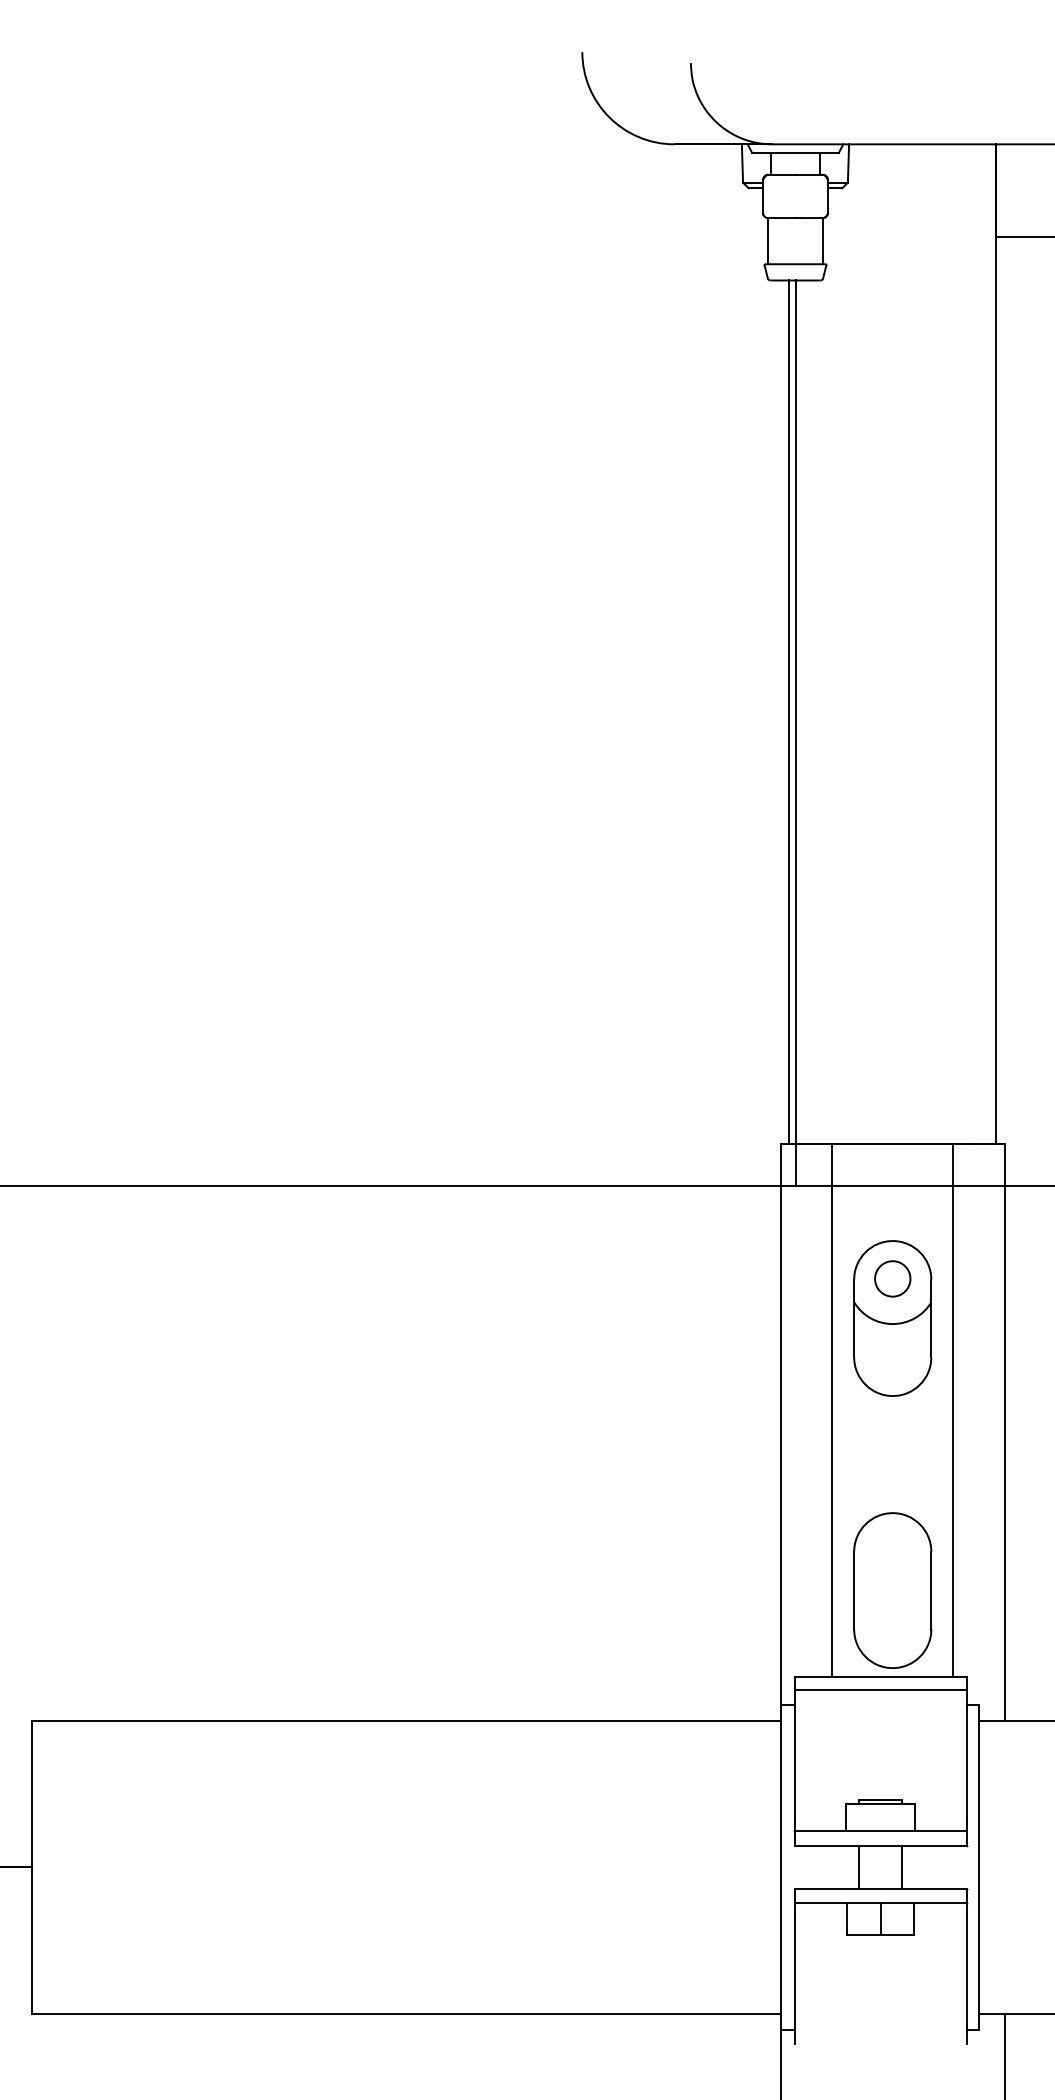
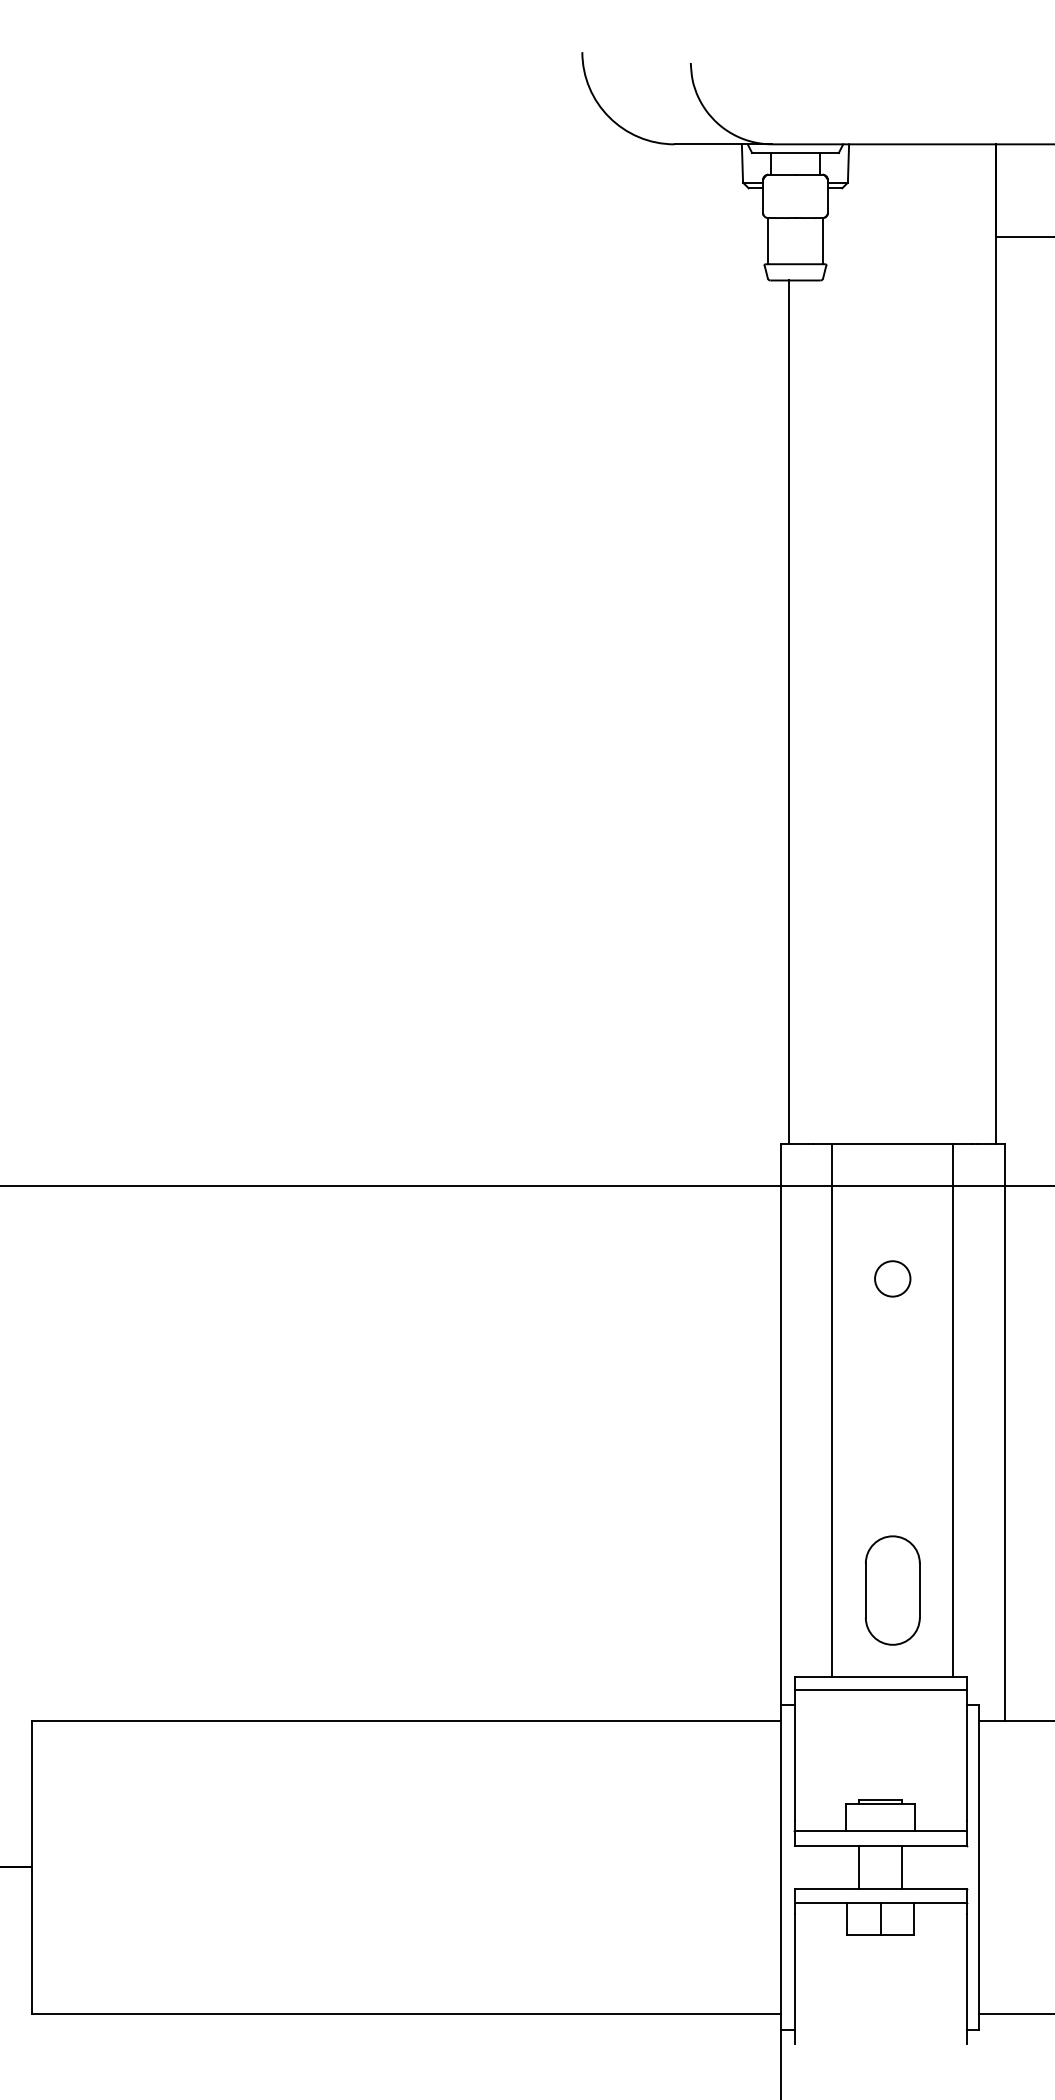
line at (795, 733): present -> none
part at (892, 1318): present -> none
part at (892, 1590) size: 80x157 px -> 56x111 px
line at (1004, 2054): present -> none
